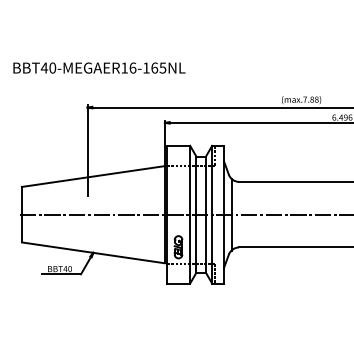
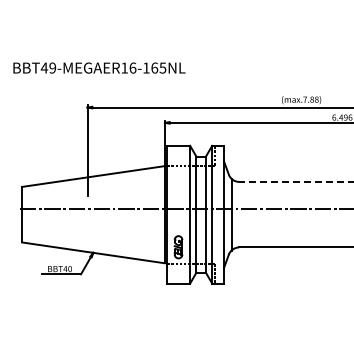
text at (52, 67): BBT40-MEGAER16-165NL -> BBT49-MEGAER16-165NL
line at (295, 181): solid -> dashed
line at (184, 214) position: (184, 214) -> (184, 208)
